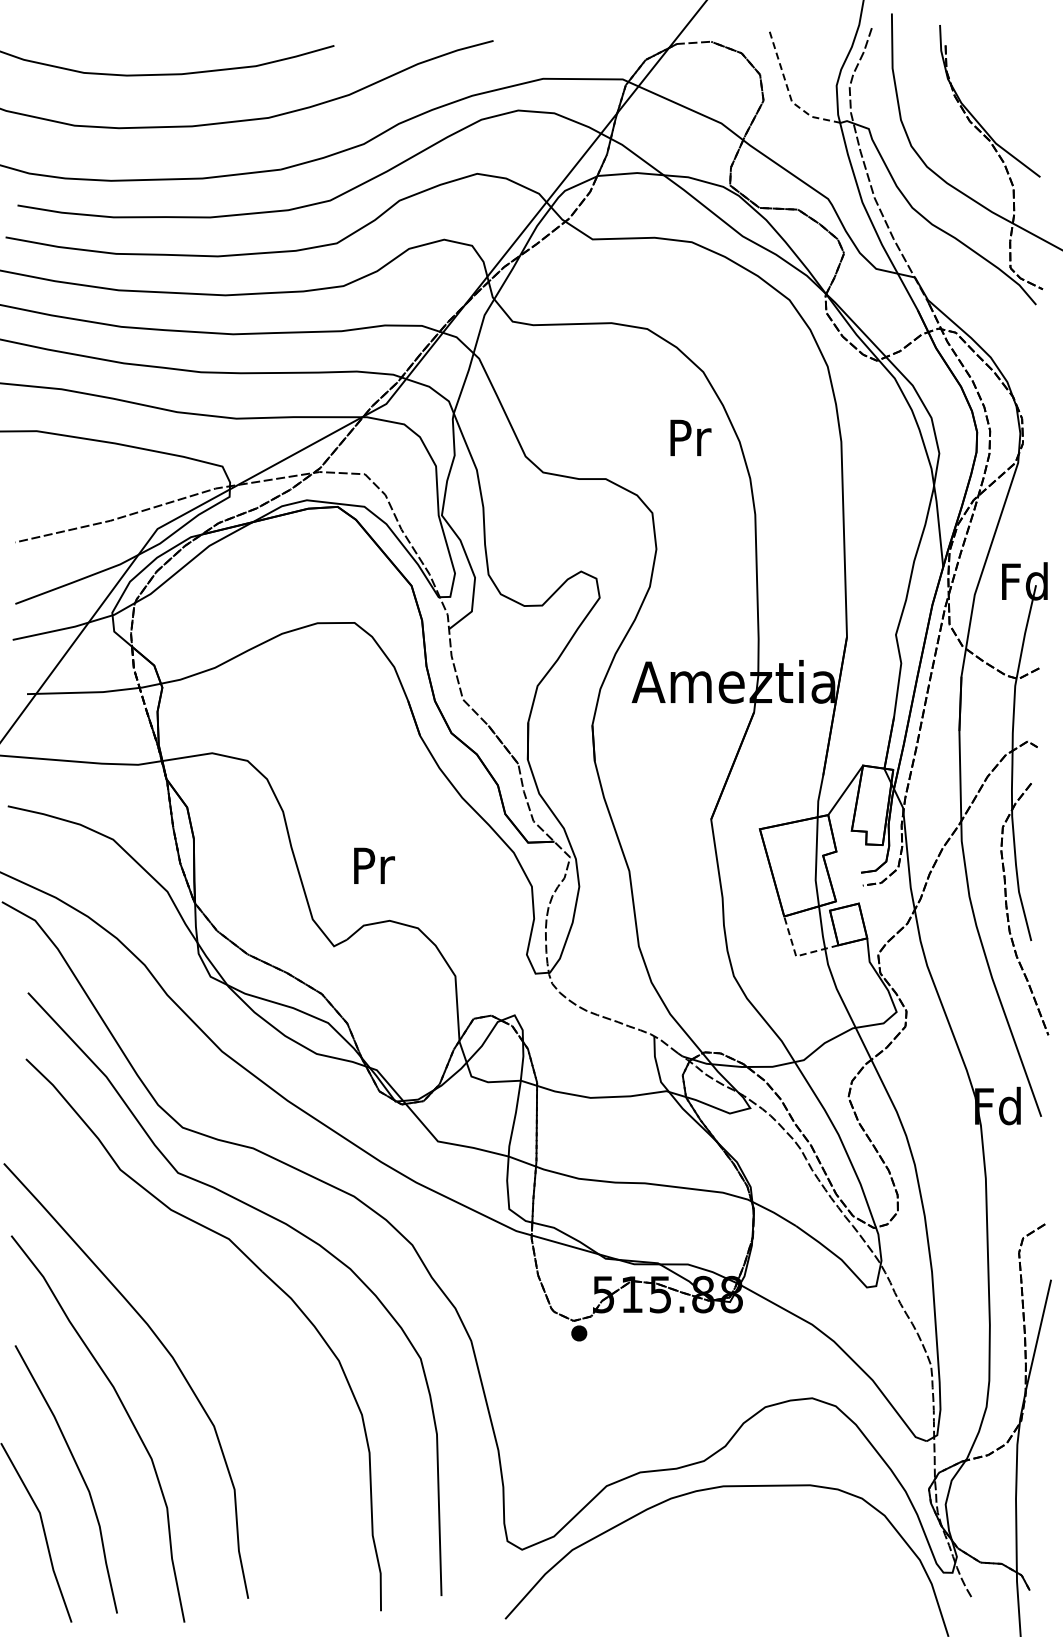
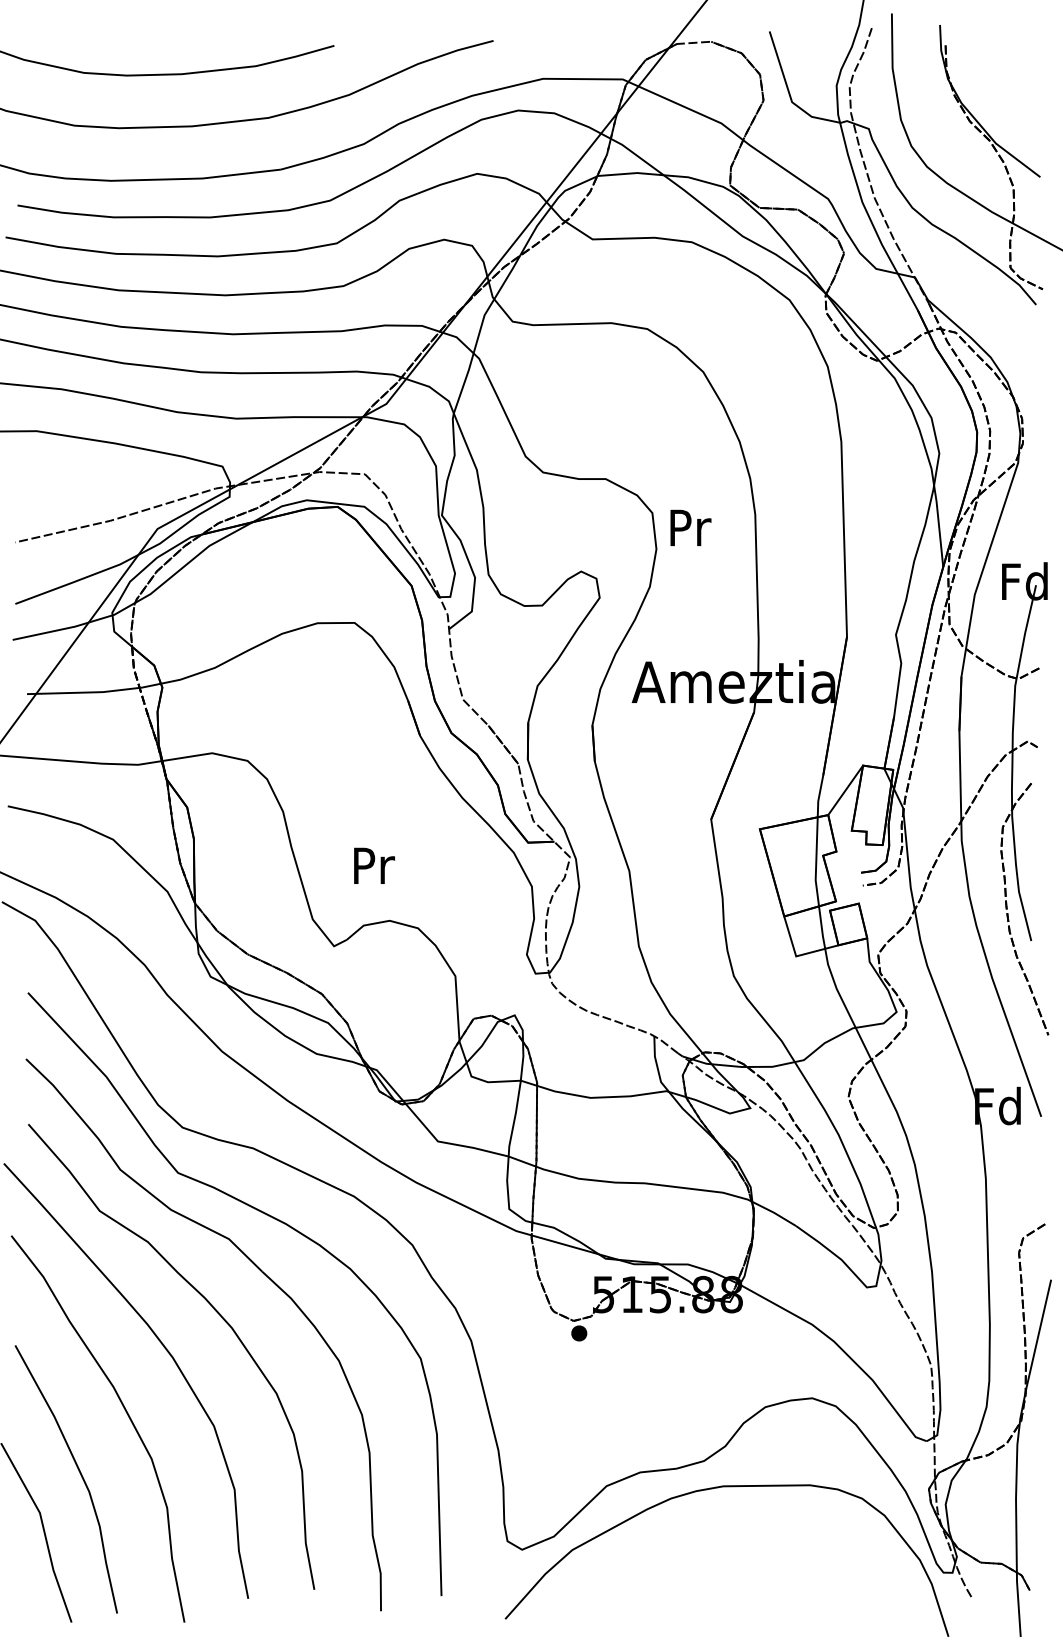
line at (789, 93): dashed -> solid
text at (690, 437) position: (690, 437) -> (690, 527)
line at (796, 956): dashed -> solid
curve at (215, 1311): none -> present
